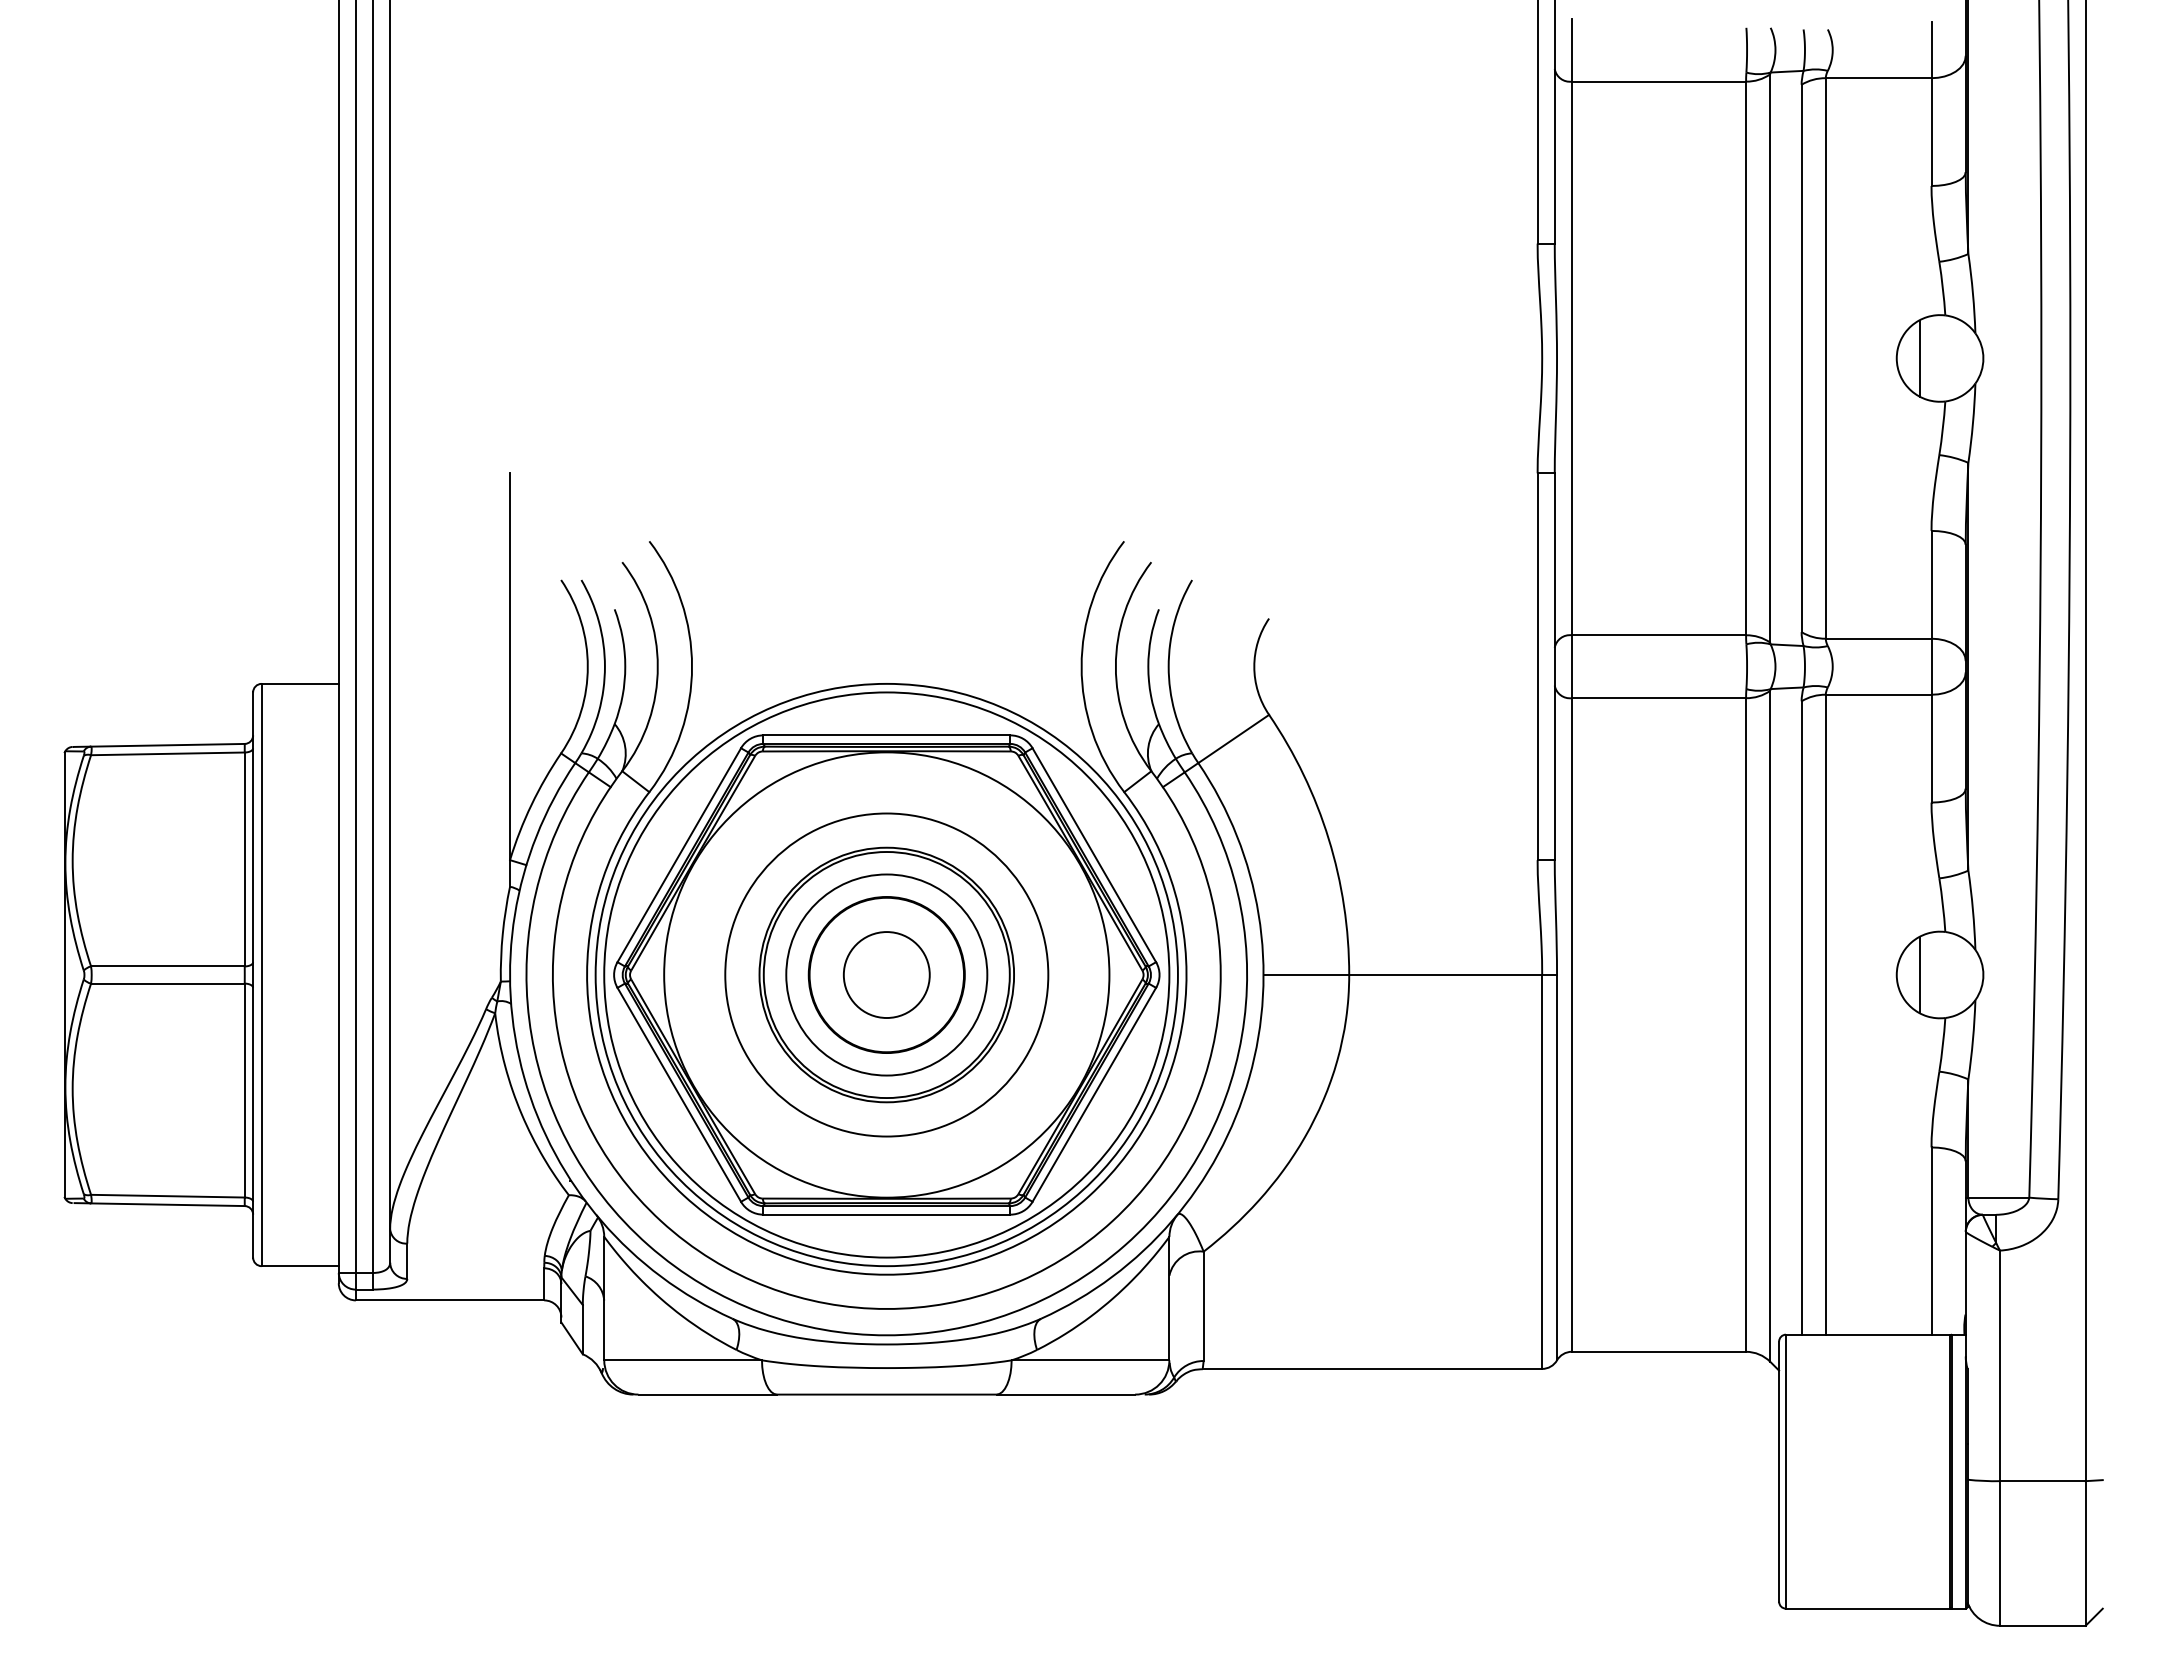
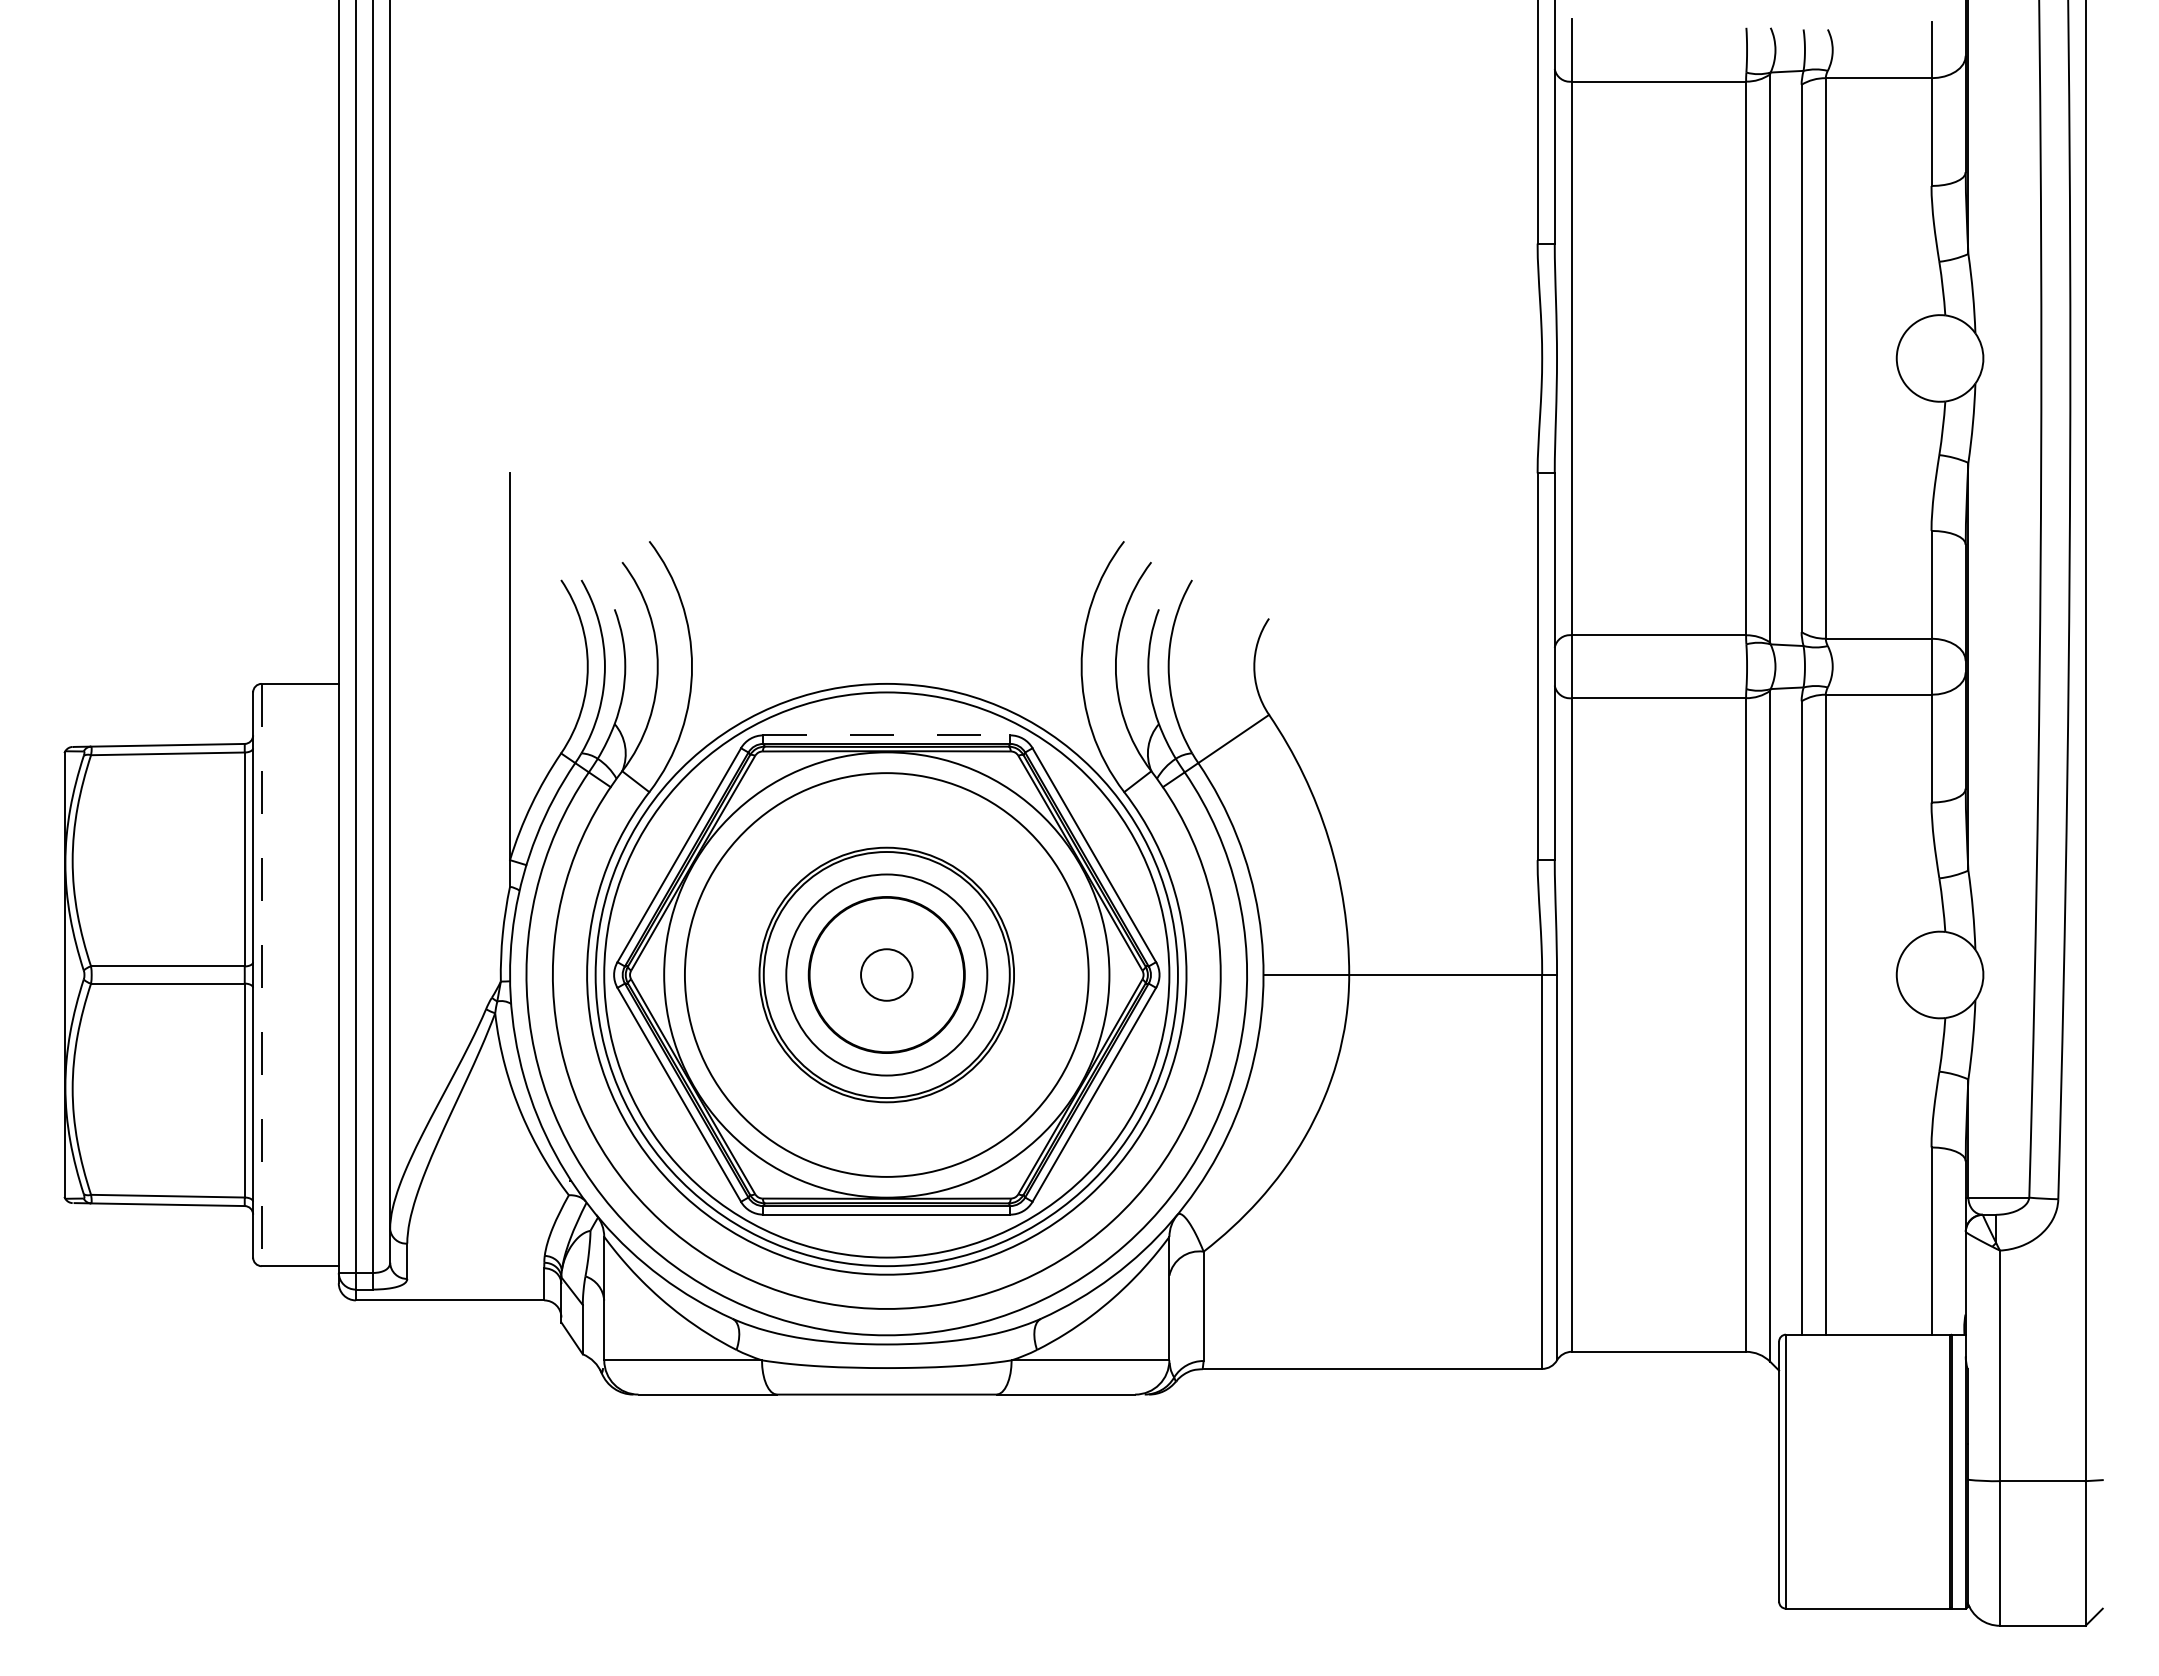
line at (1919, 358): present -> none
line at (886, 735): solid -> dashed
circle at (886, 974) diameter: 323 px -> 404 px
line at (1919, 974): present -> none
line at (261, 975): solid -> dashed
circle at (886, 975) diameter: 86 px -> 52 px
